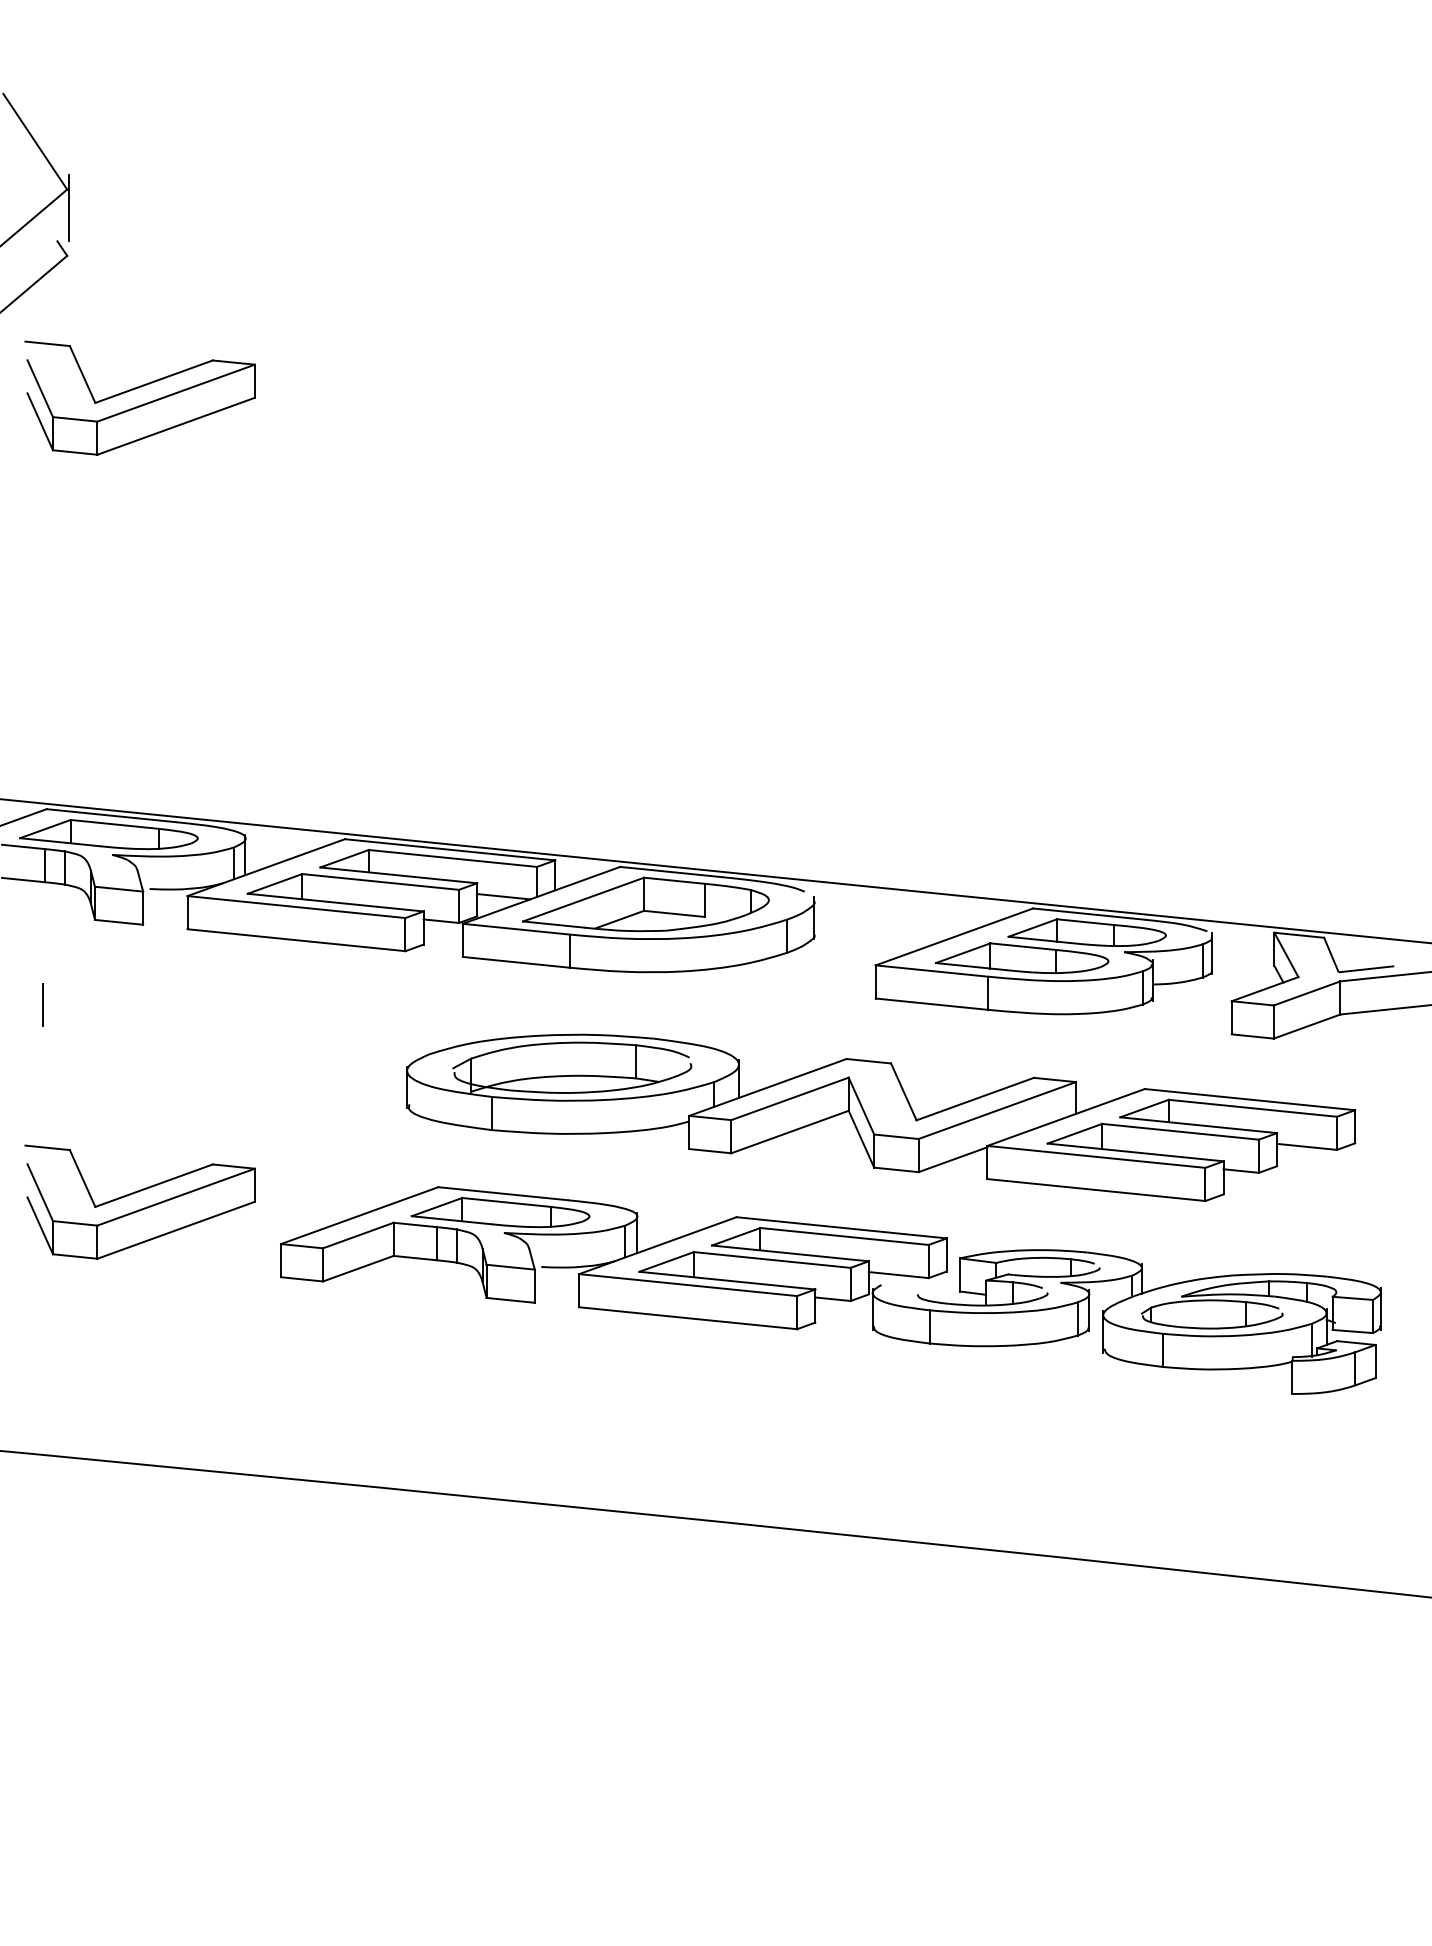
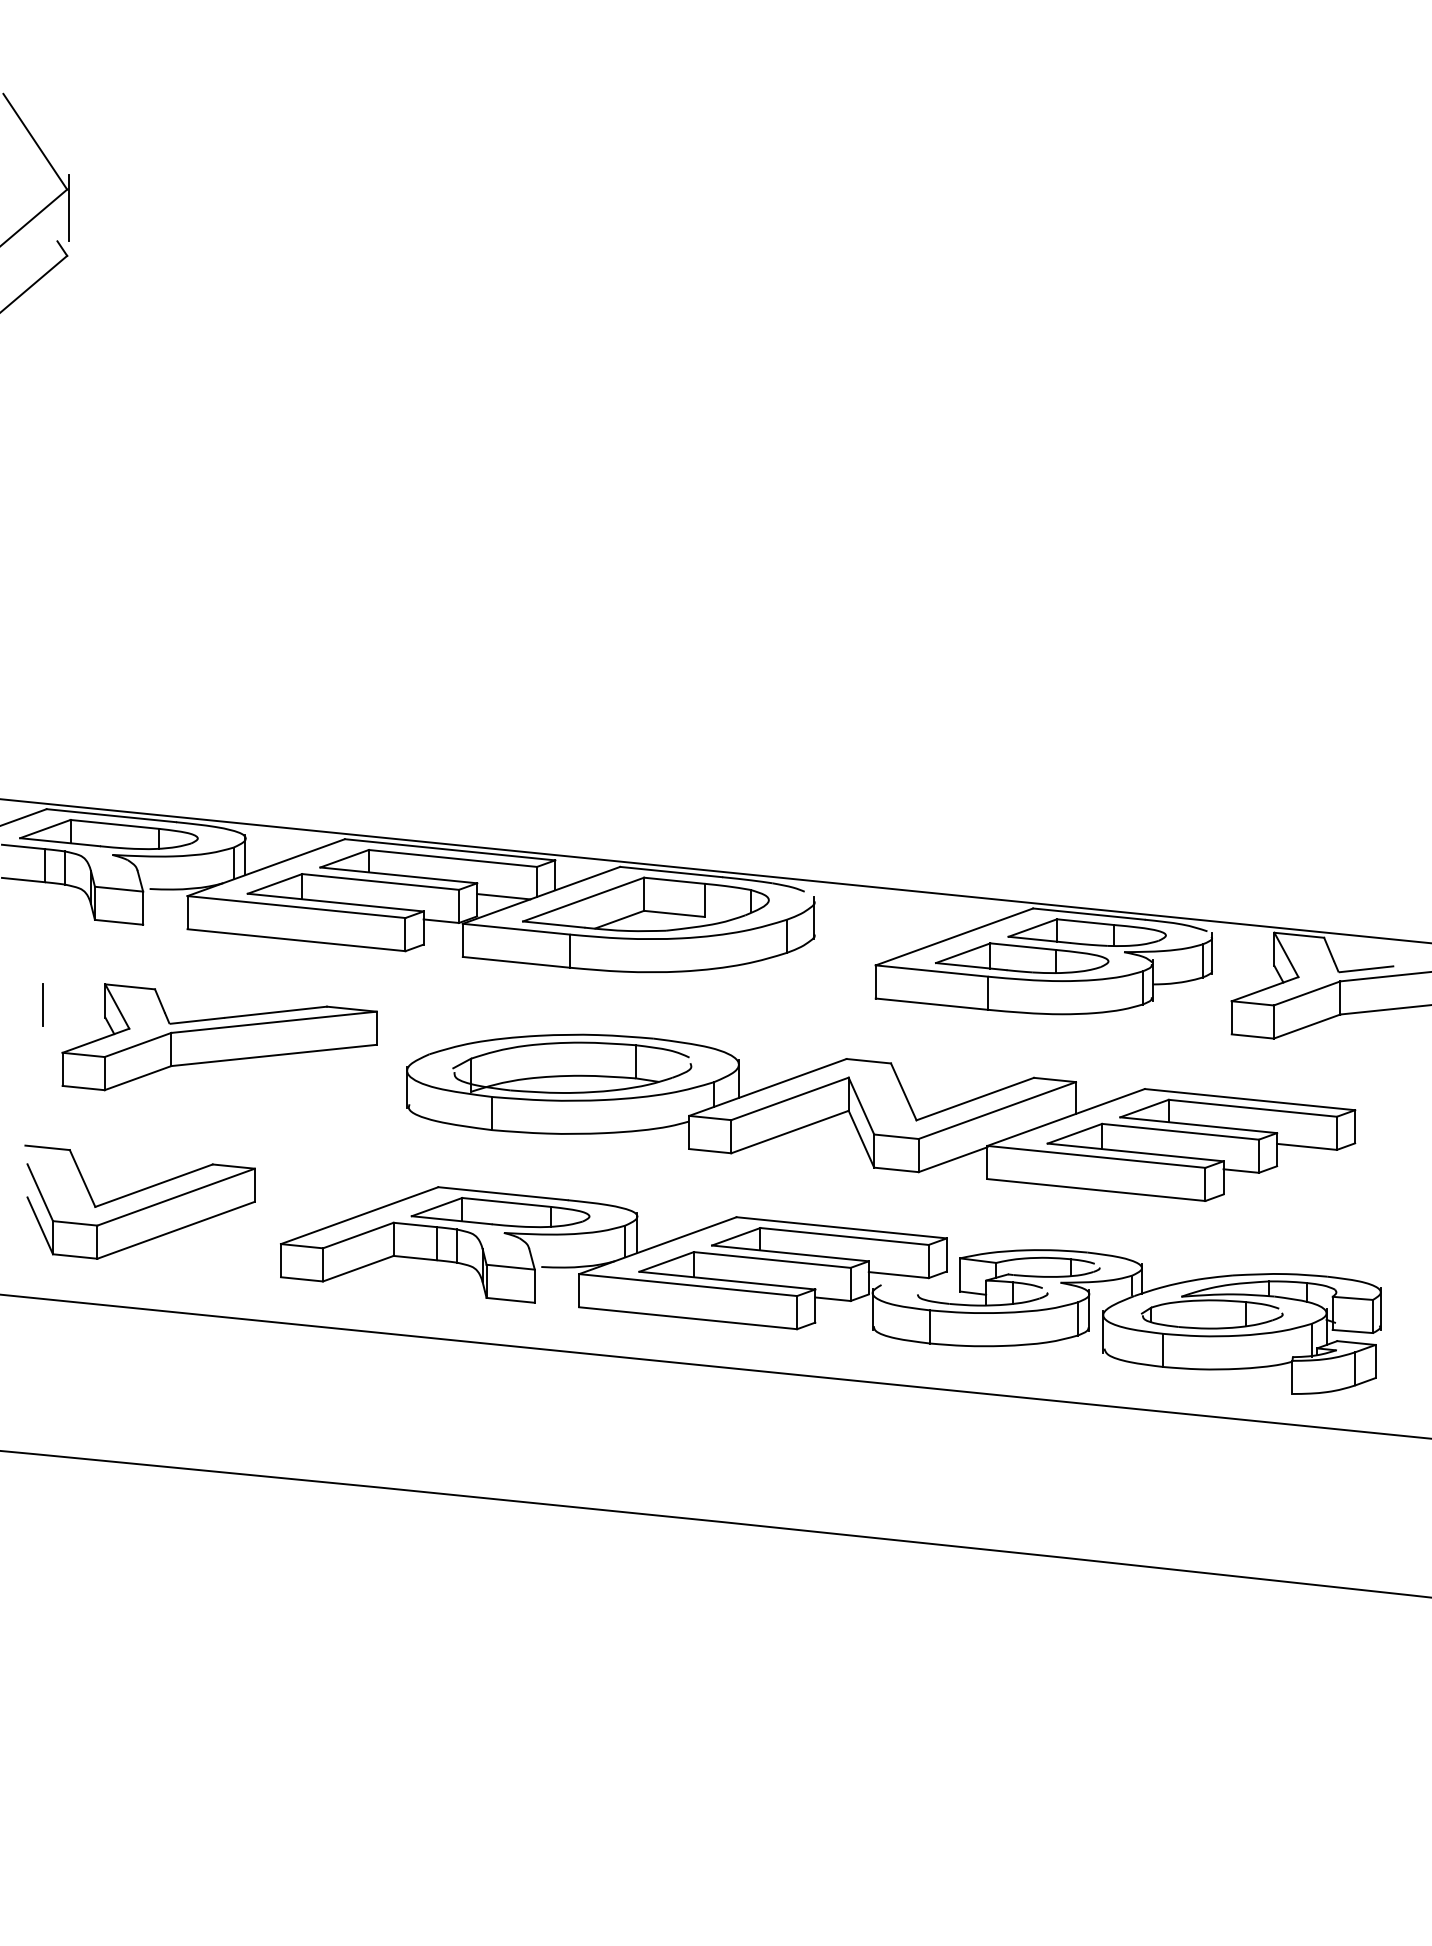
part at (141, 404): present -> none
part at (219, 1037): none -> present
line at (715, 1366): none -> present
